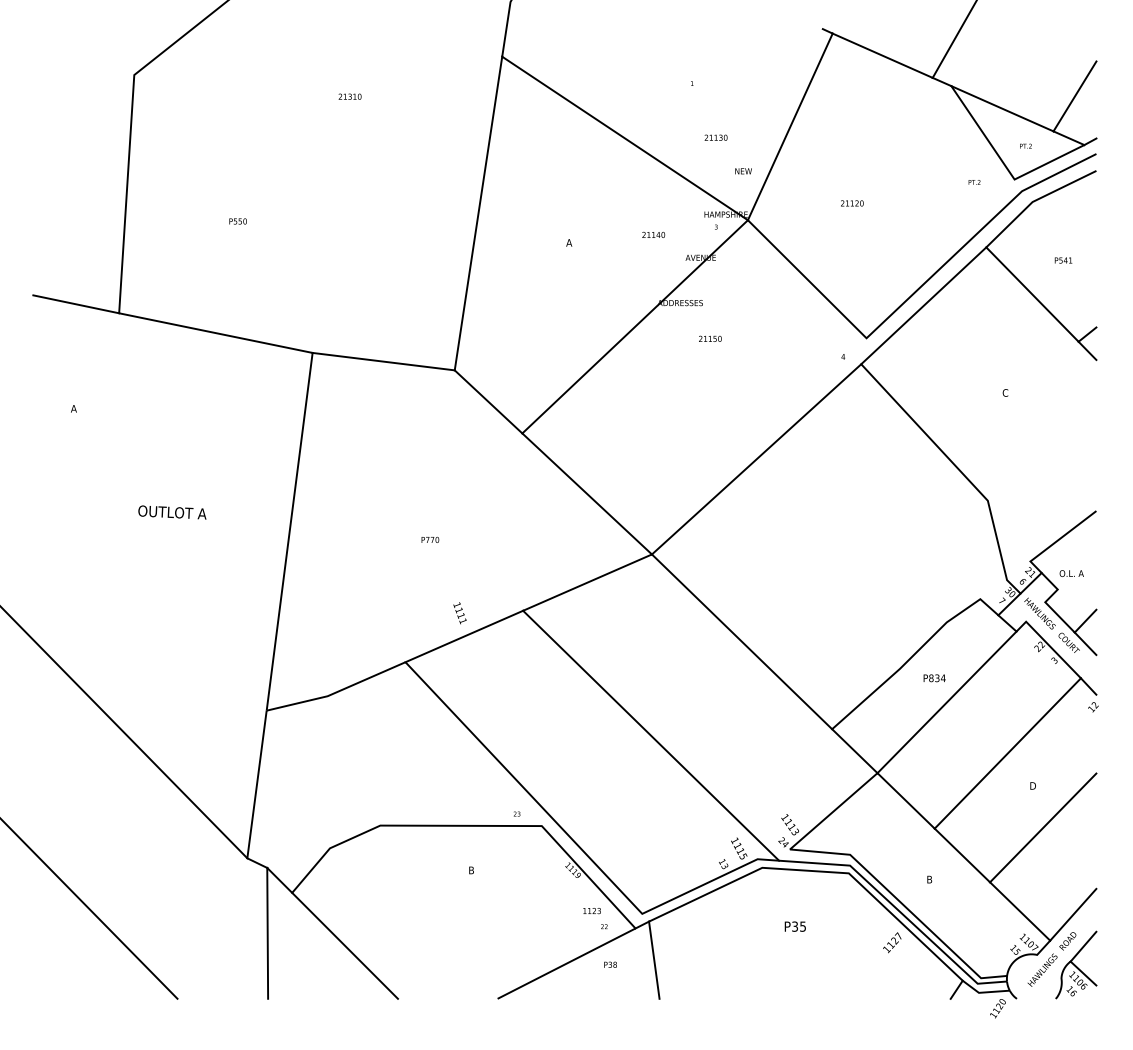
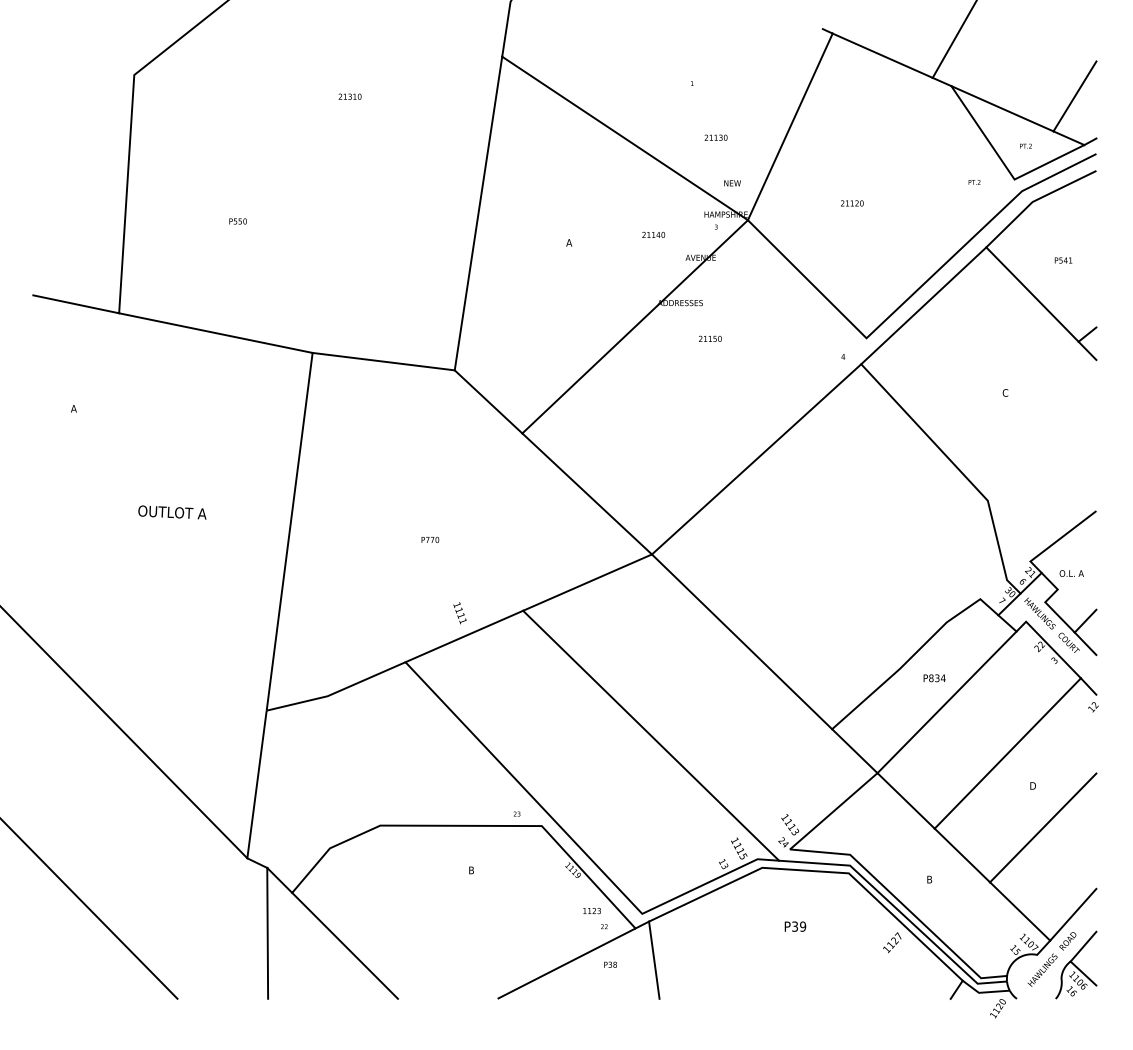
text at (743, 171) position: (743, 171) -> (732, 183)
text at (803, 926): P35 -> P39
